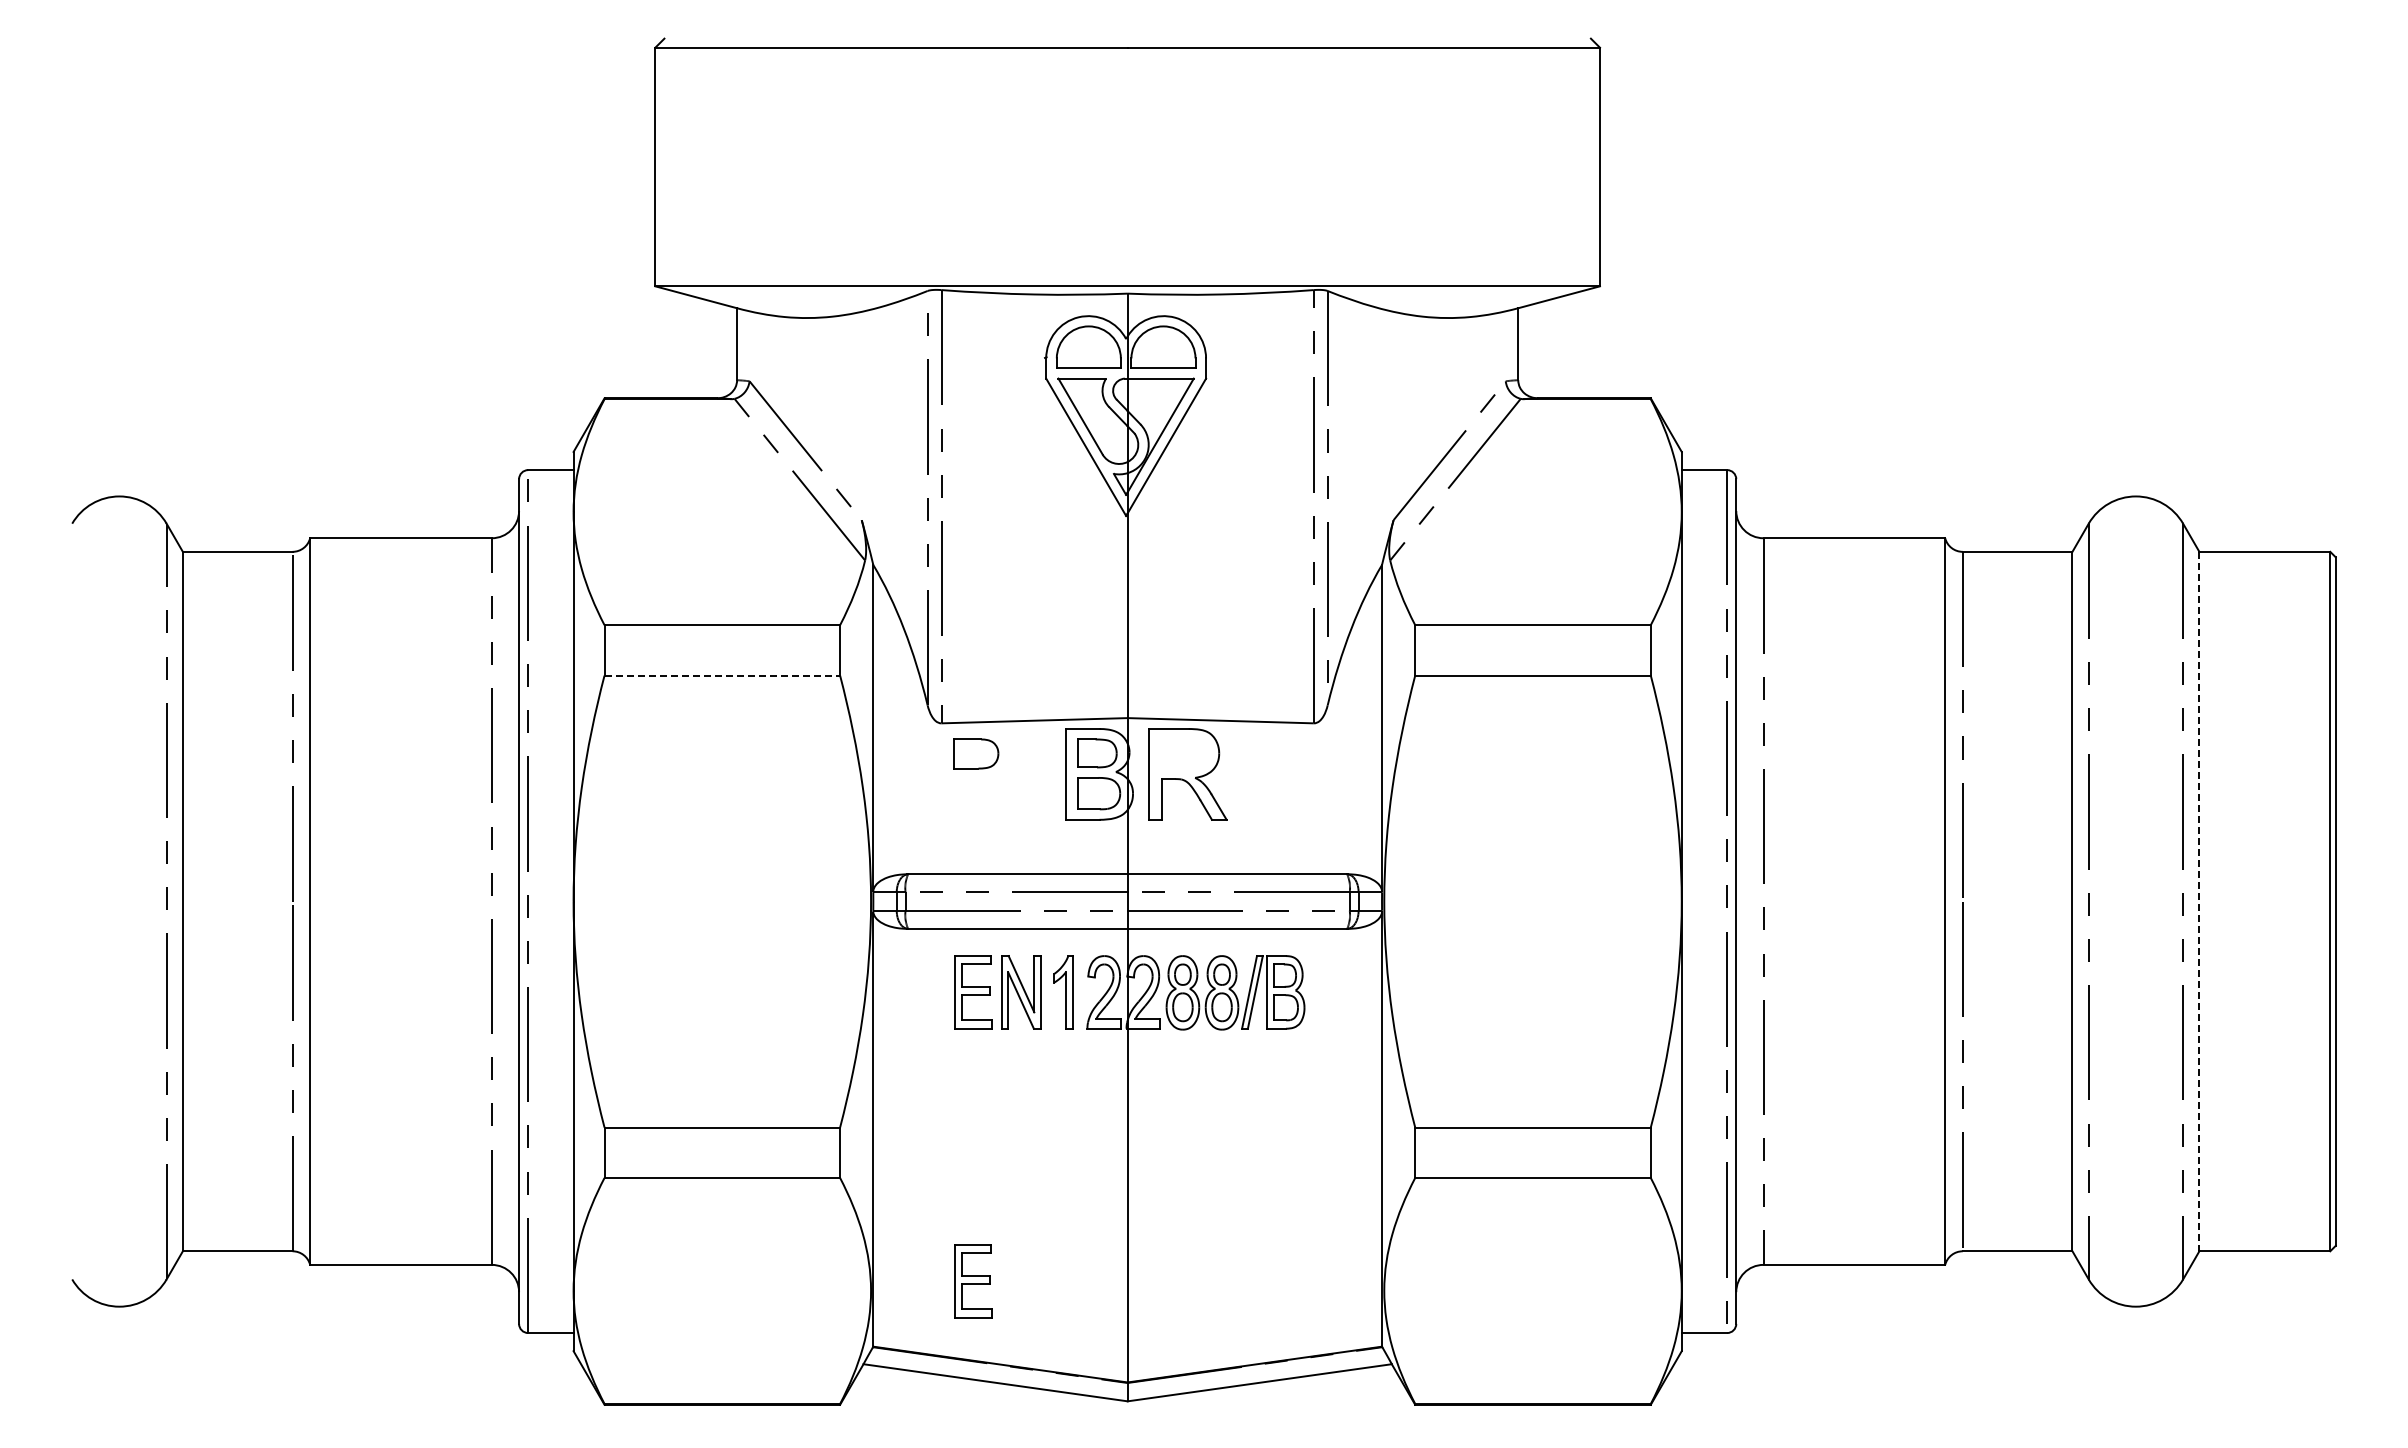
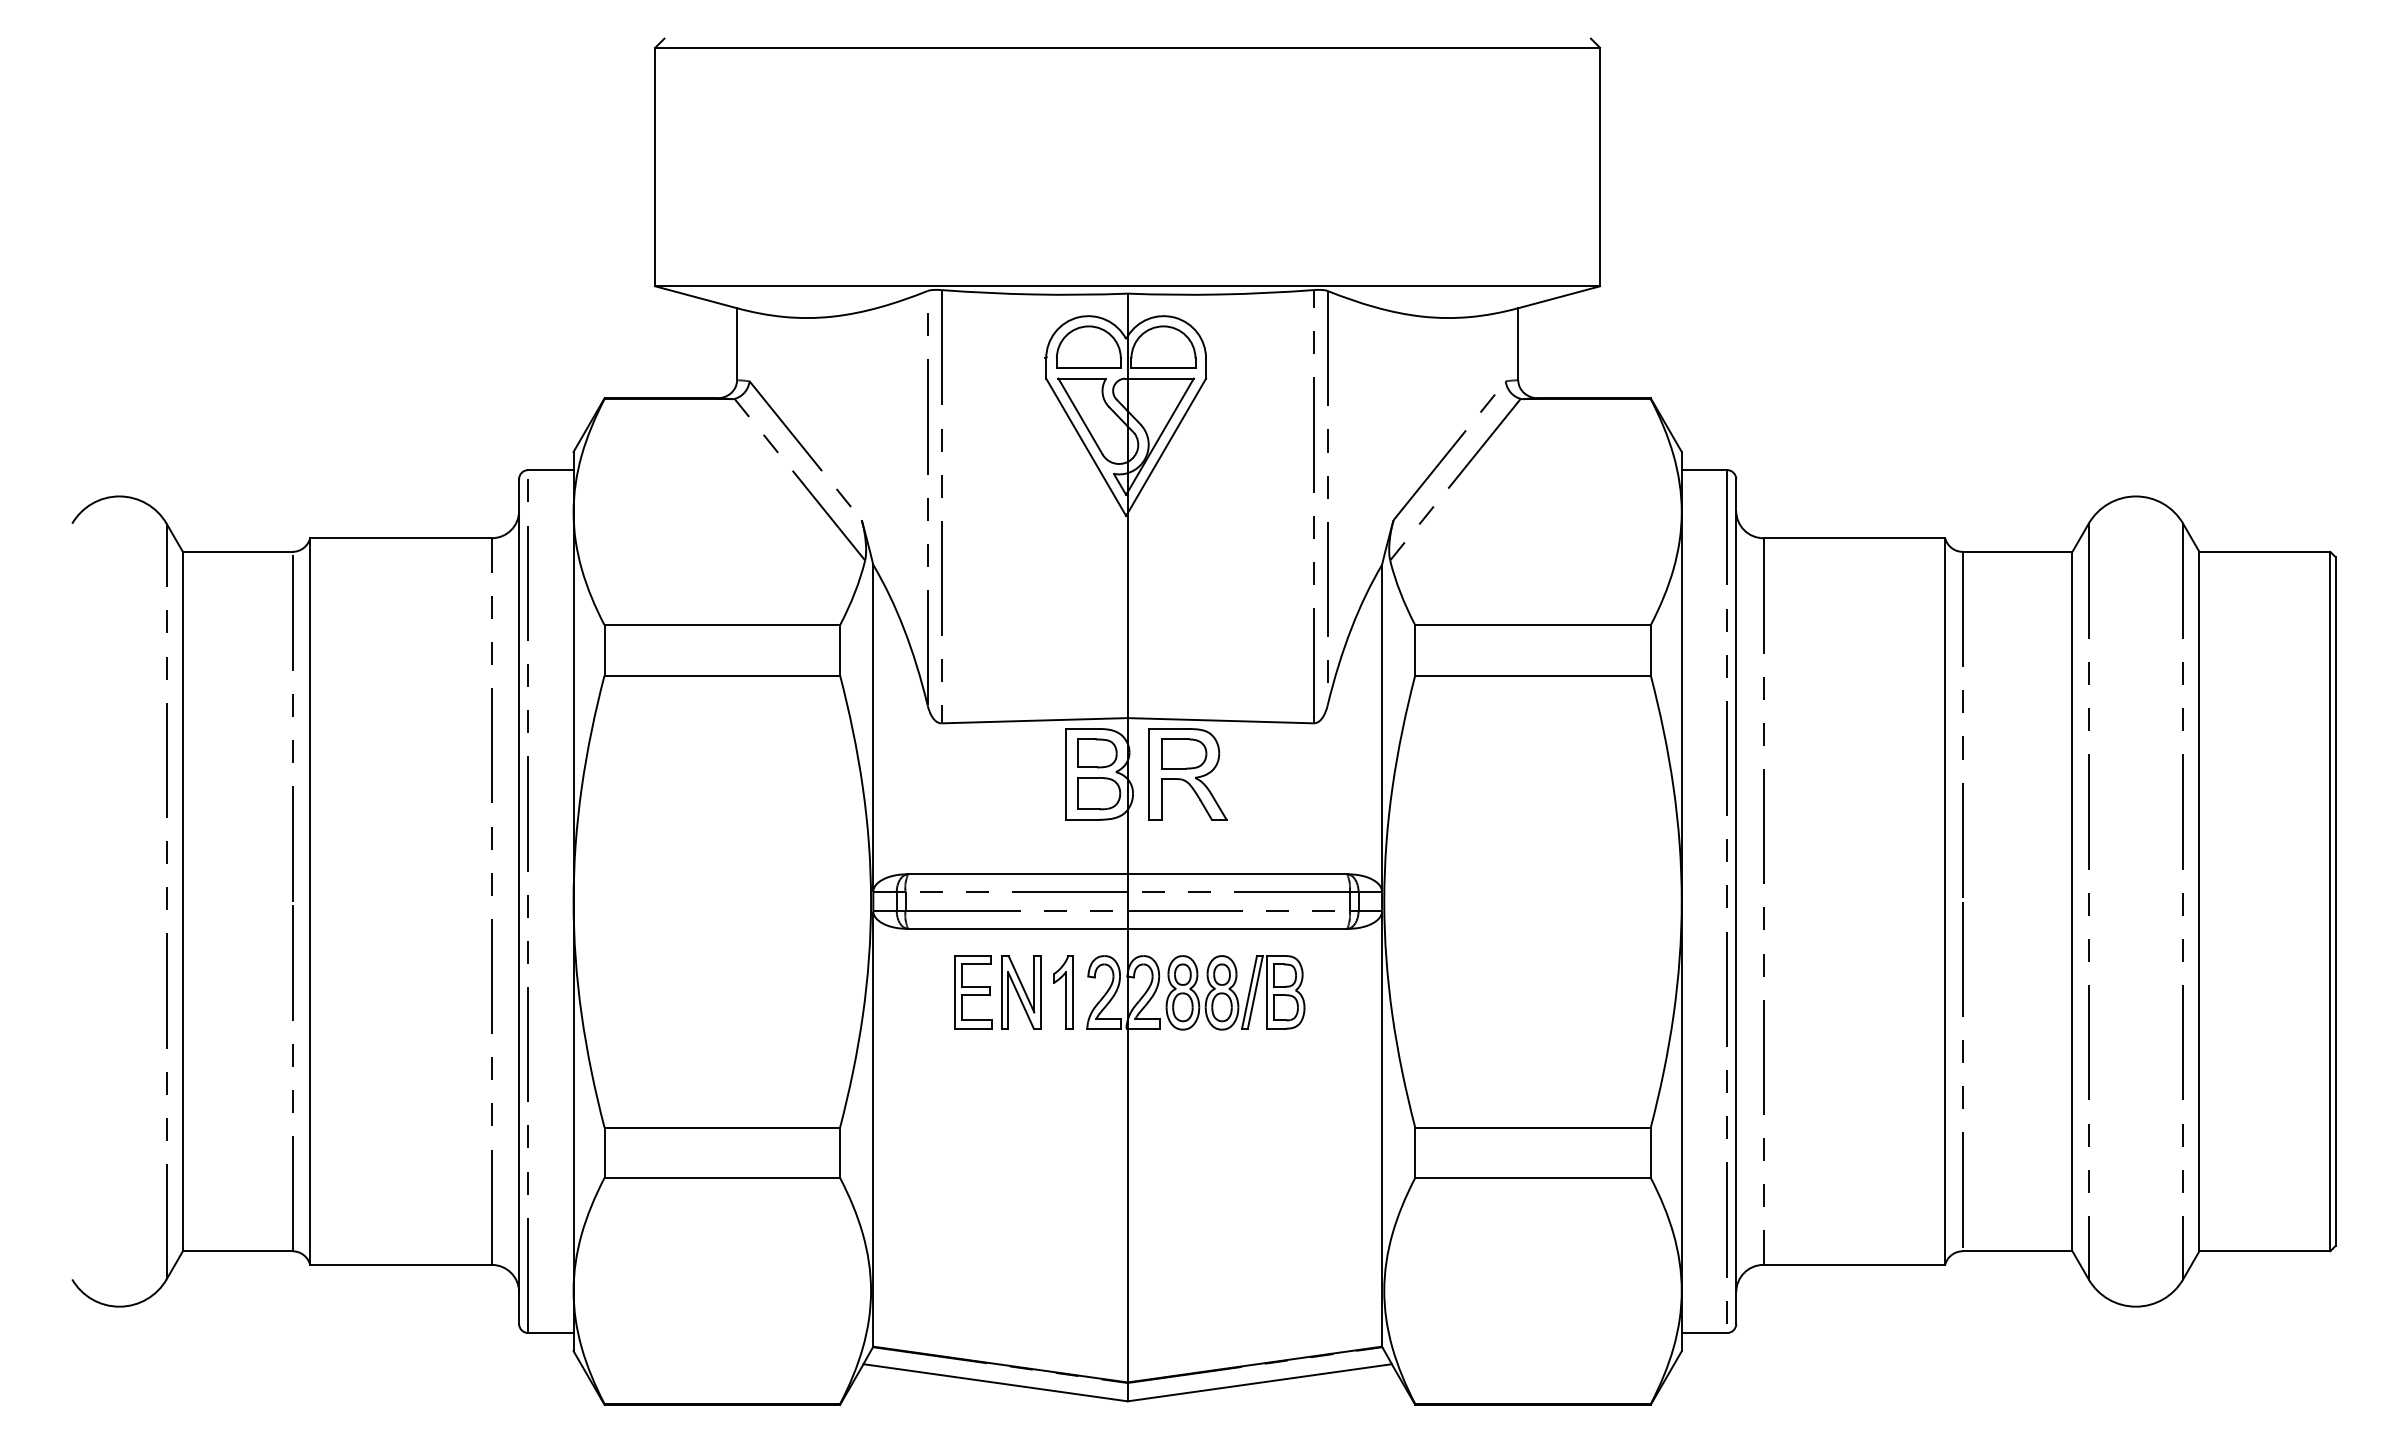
line at (722, 675): dashed -> solid
part at (976, 753) position: (976, 753) -> (1184, 753)
line at (2199, 901): dashed -> solid
part at (973, 1281): present -> none
